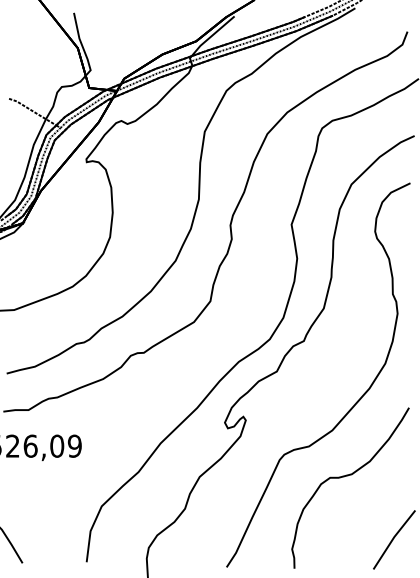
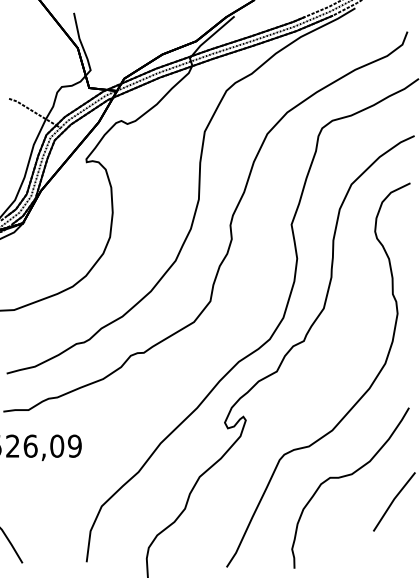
line at (394, 538) position: (394, 538) -> (394, 500)
